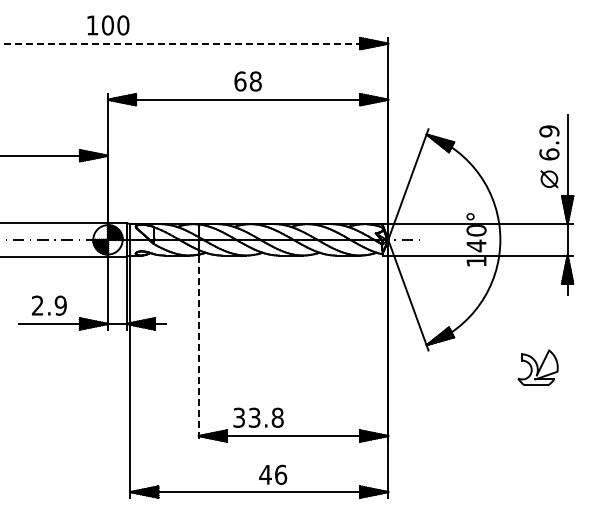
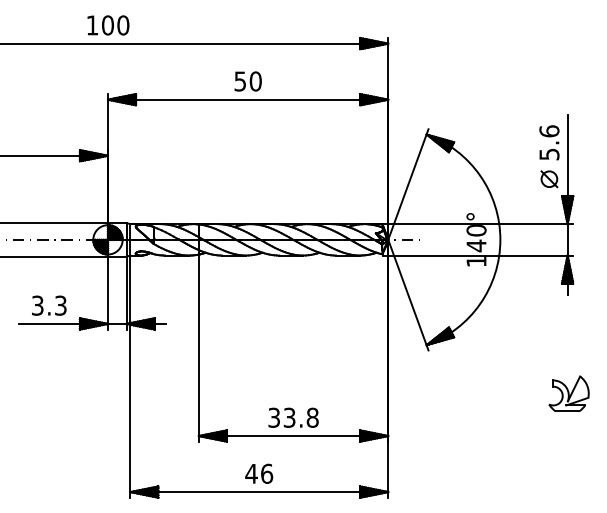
line at (194, 43): dashed -> solid
text at (247, 81): 68 -> 50
text at (549, 142): 6.9 -> 5.6
text at (49, 305): 2.9 -> 3.3
line at (198, 349): dashed -> solid
part at (537, 367) position: (537, 367) -> (568, 393)
text at (258, 417) position: (258, 417) -> (293, 417)
text at (273, 474) position: (273, 474) -> (259, 473)
